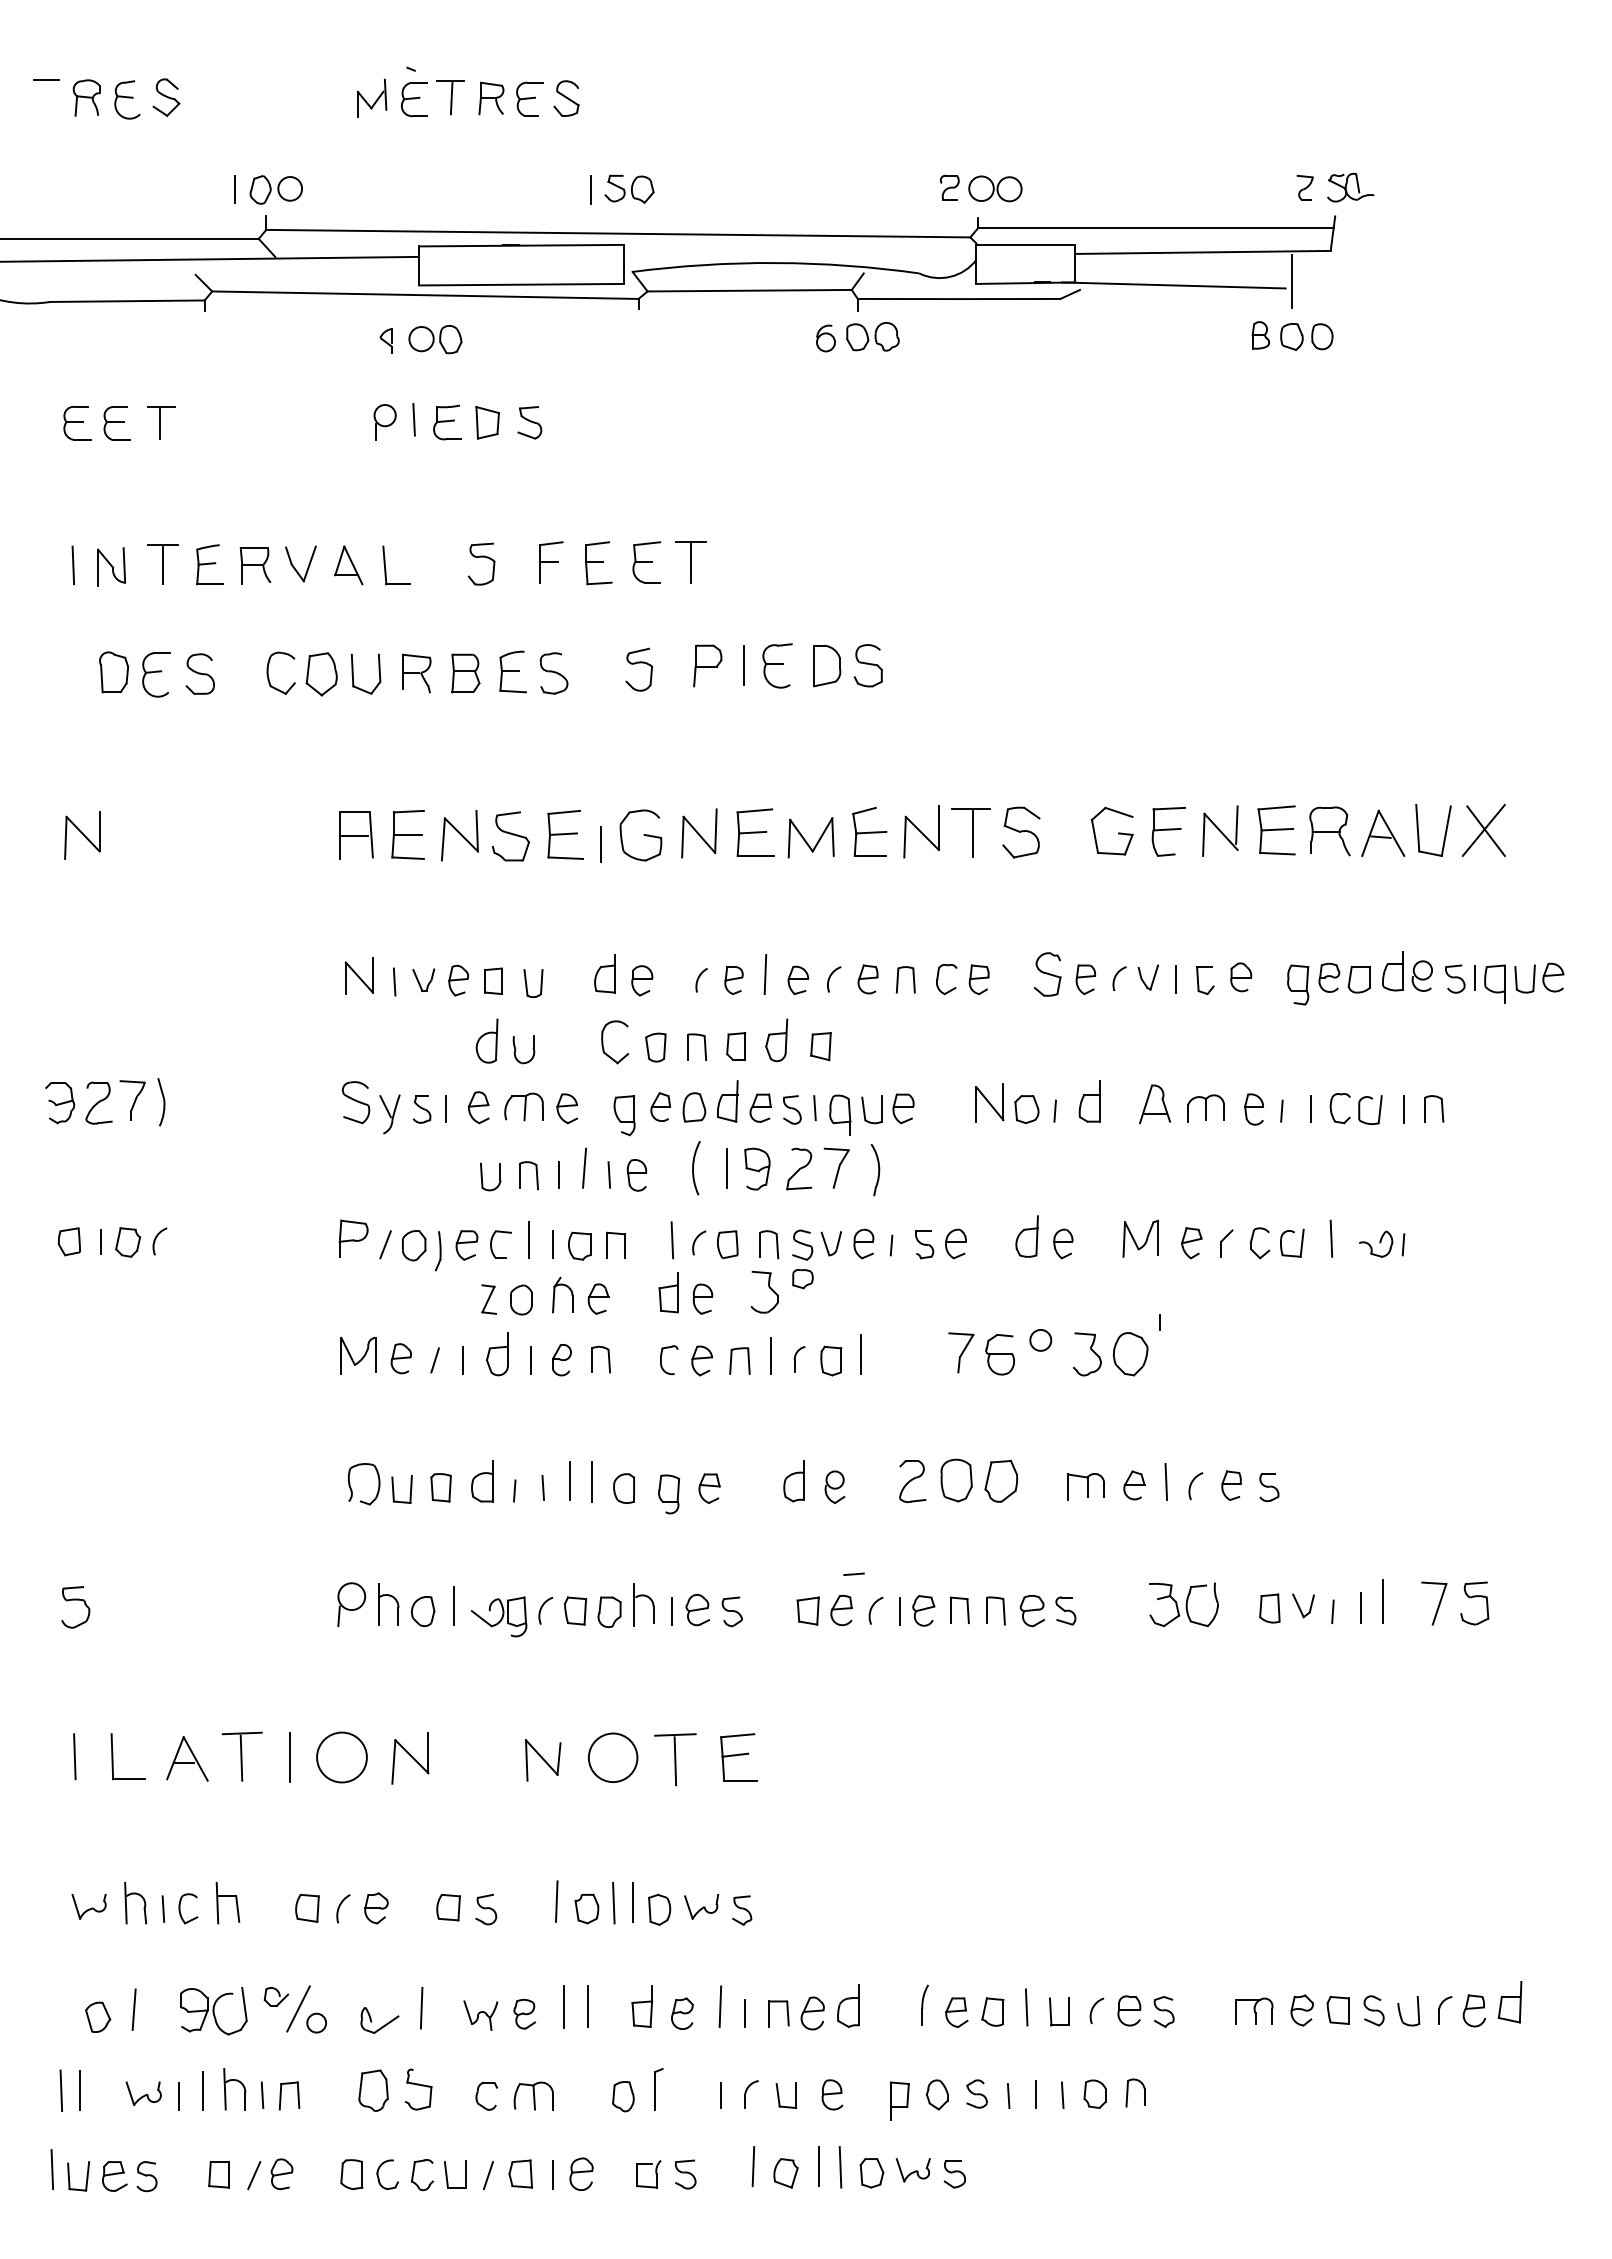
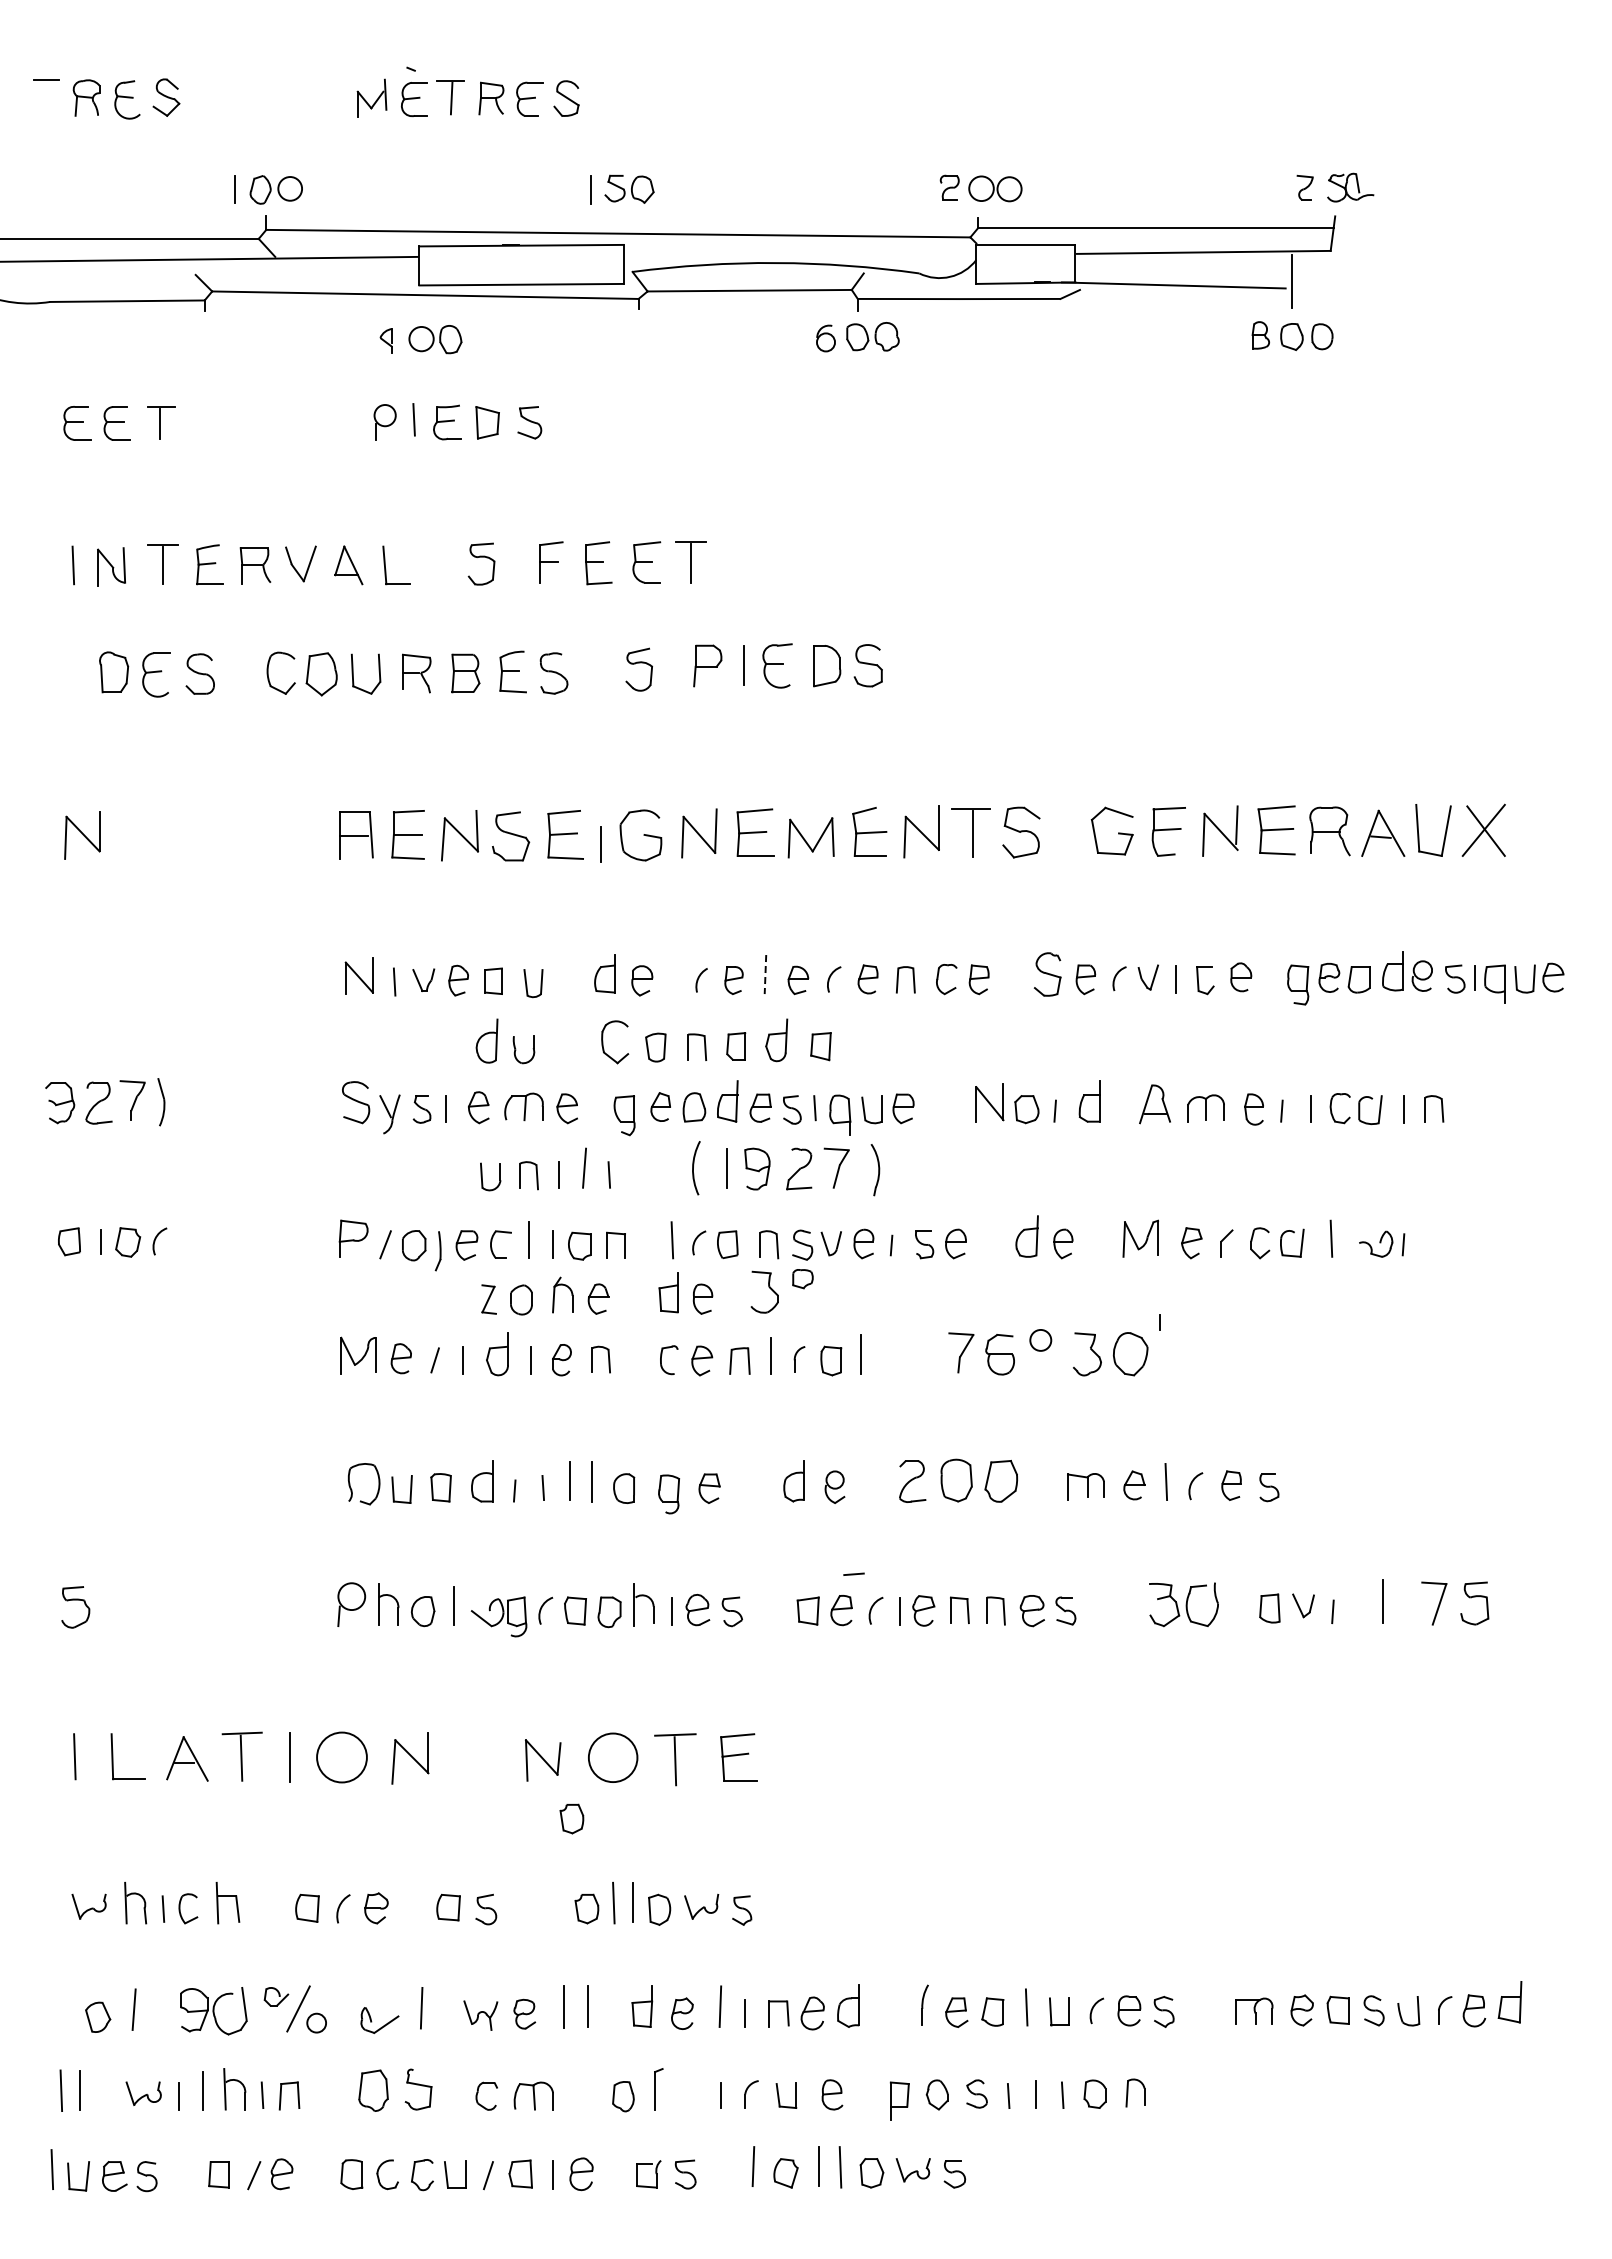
line at (765, 974): solid -> dashed
part at (636, 1175): present -> none
line at (1360, 1608): present -> none
part at (571, 1818): none -> present
line at (556, 1901): present -> none
